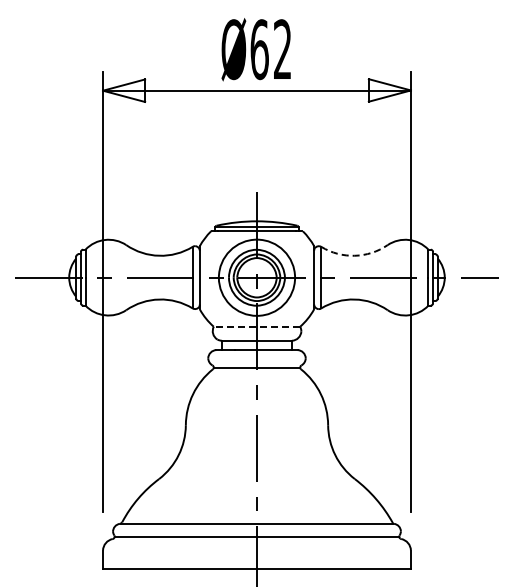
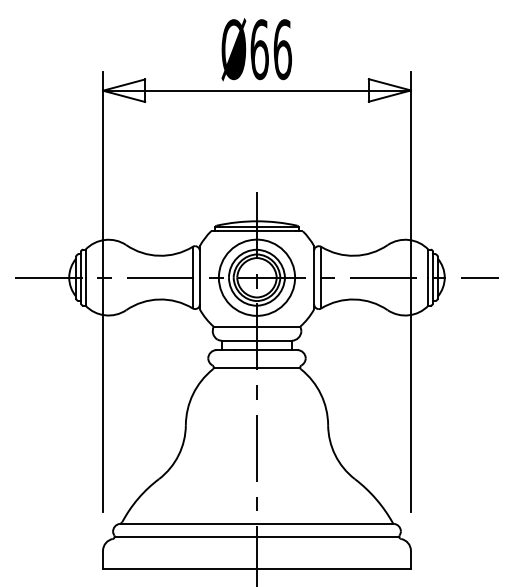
text at (282, 49): Ø62 -> Ø66
arc at (354, 255): dashed -> solid
line at (256, 326): dashed -> solid
